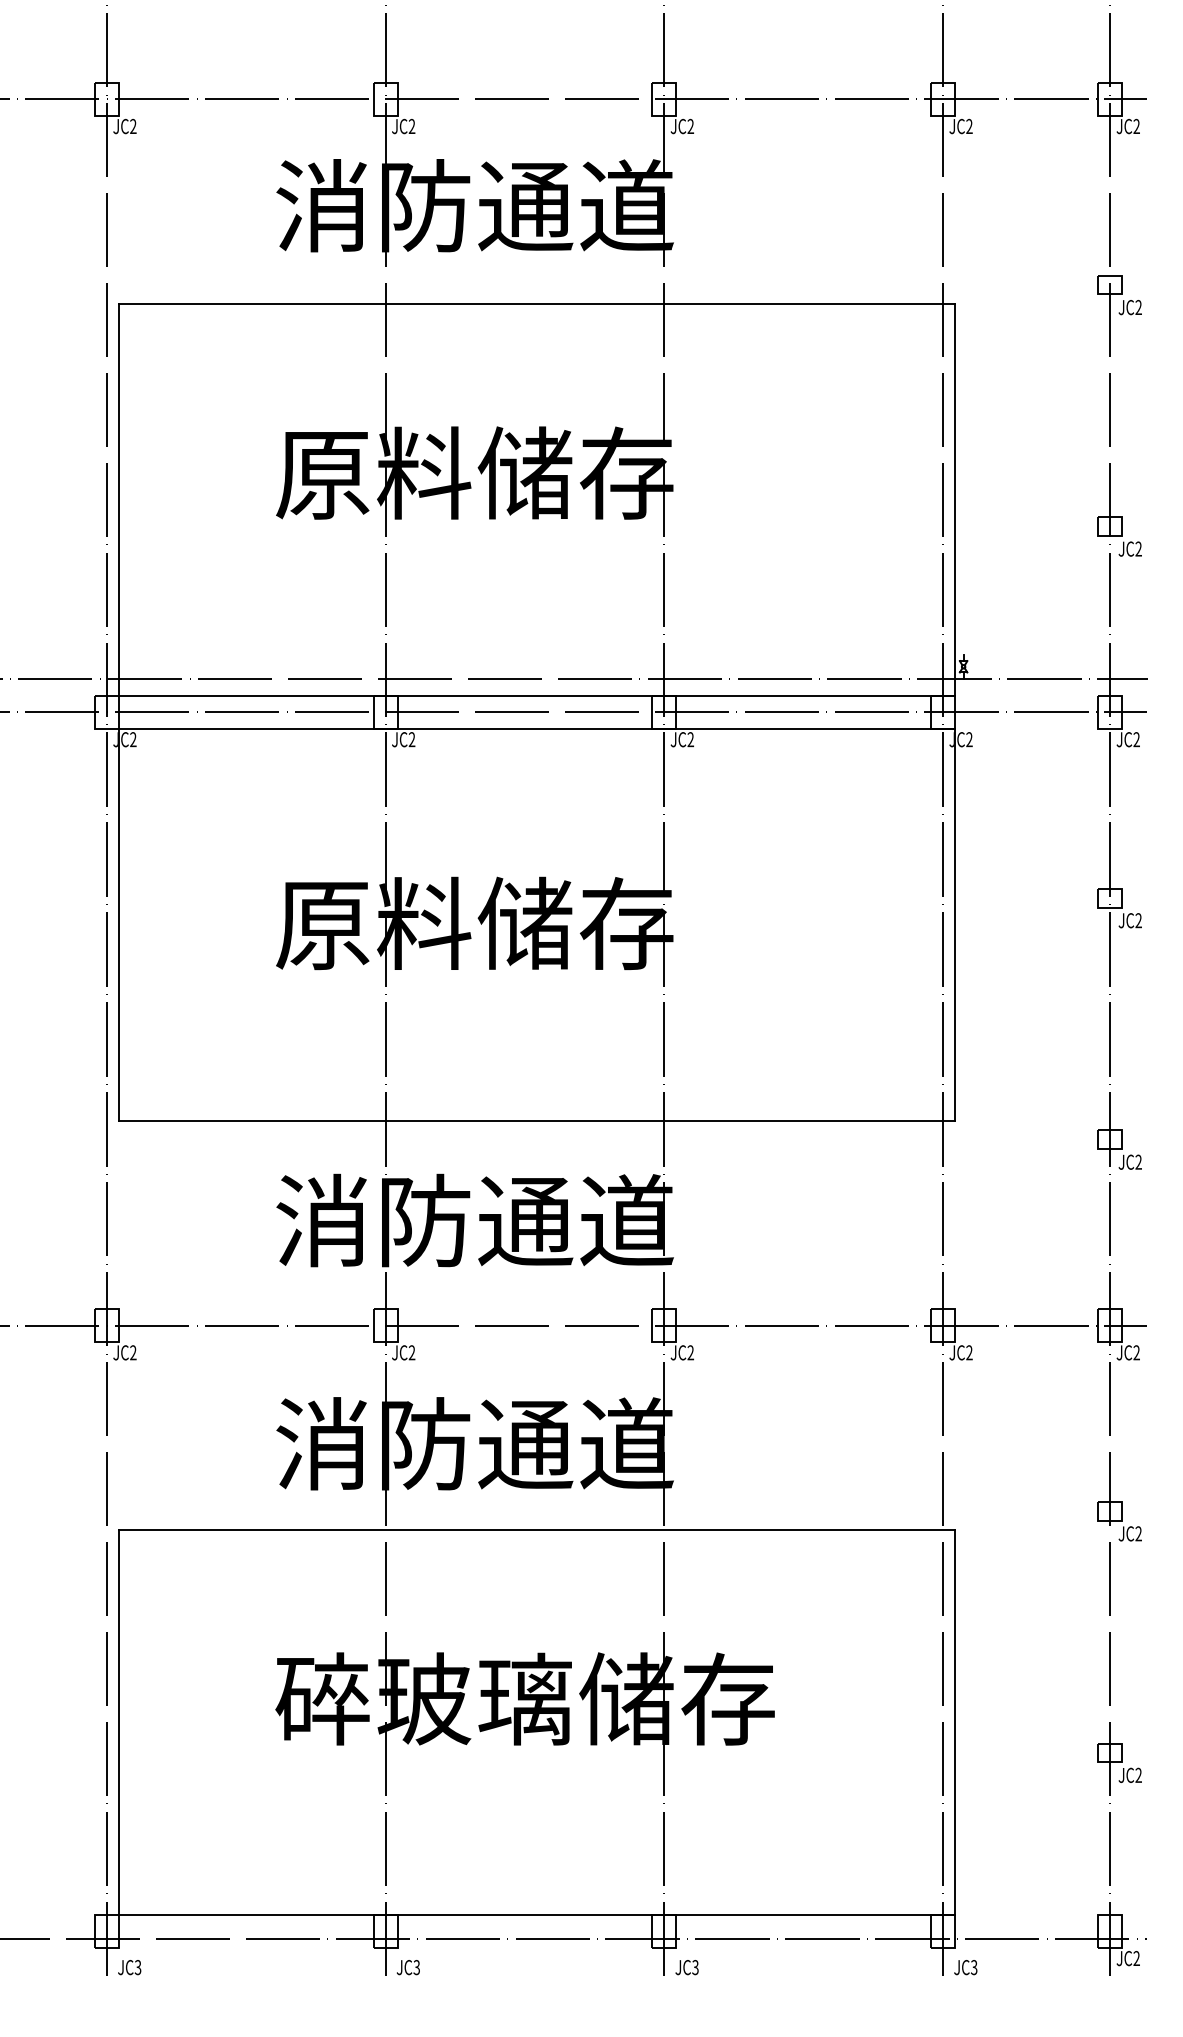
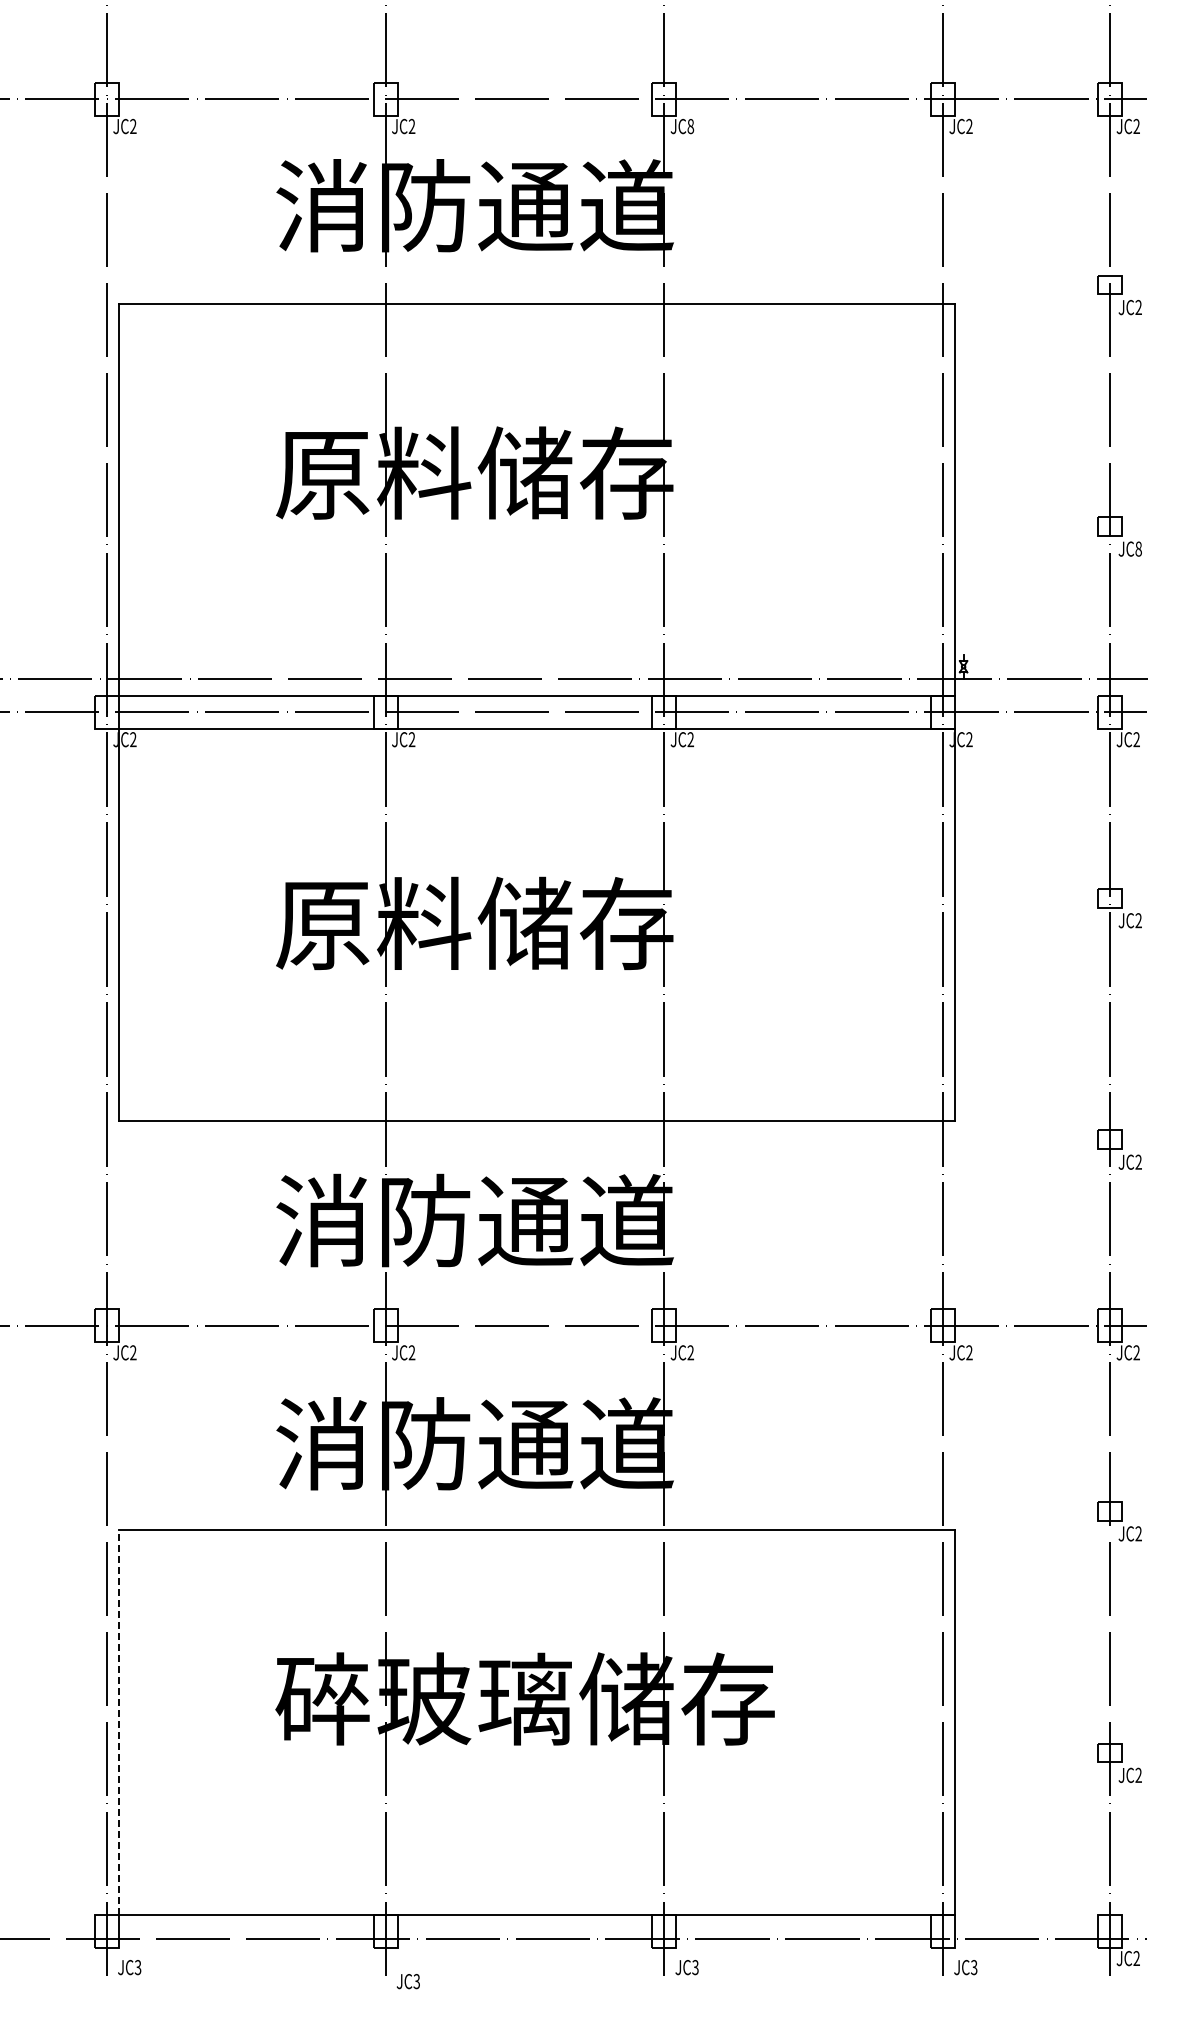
text at (690, 126): JC2 -> JC8
text at (1138, 548): JC2 -> JC8
line at (119, 1721): solid -> dashed
text at (407, 1967) position: (407, 1967) -> (407, 1981)
